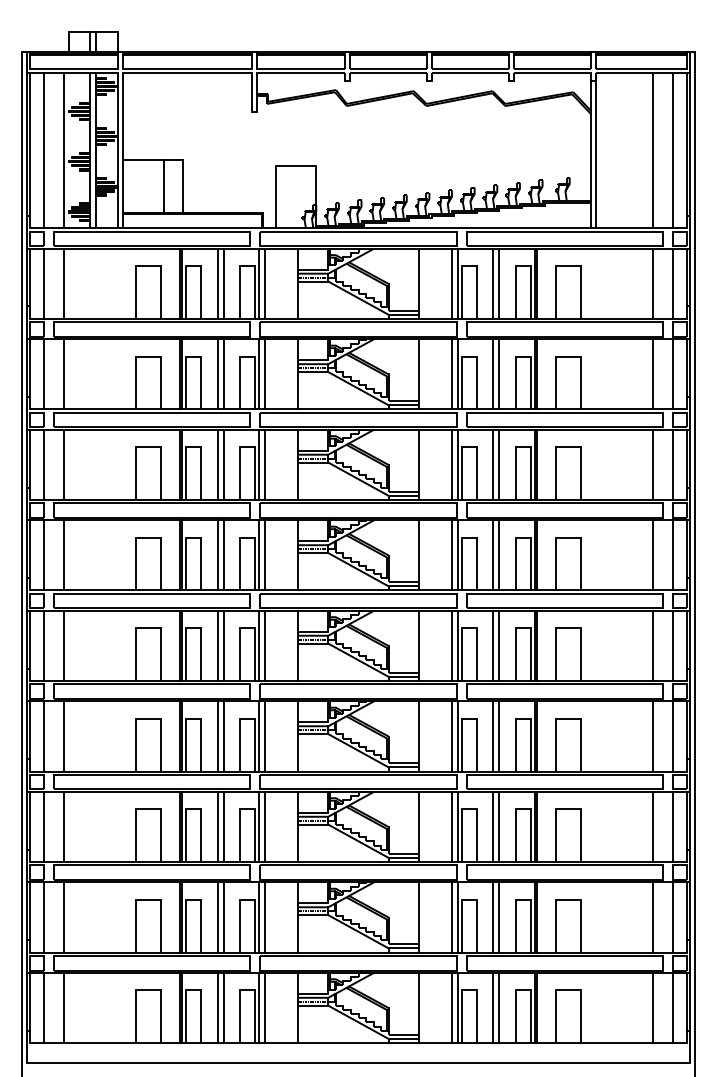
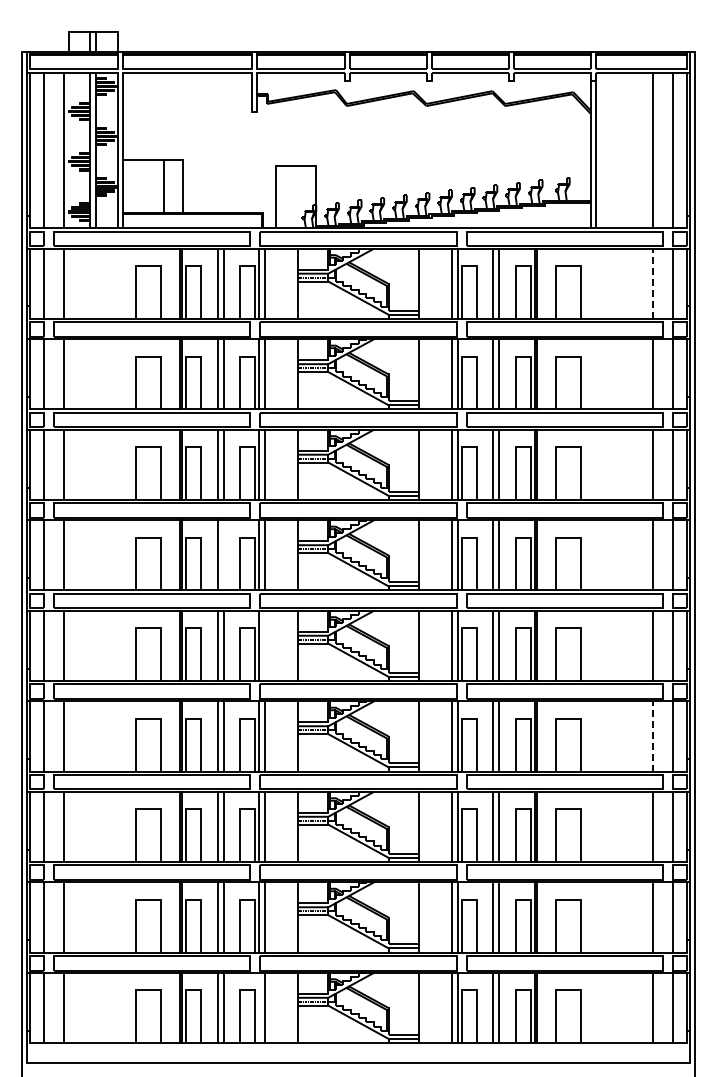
line at (652, 283): solid -> dashed
line at (223, 555): present -> none
line at (265, 645): present -> none
line at (652, 735): solid -> dashed
line at (259, 1007): present -> none
